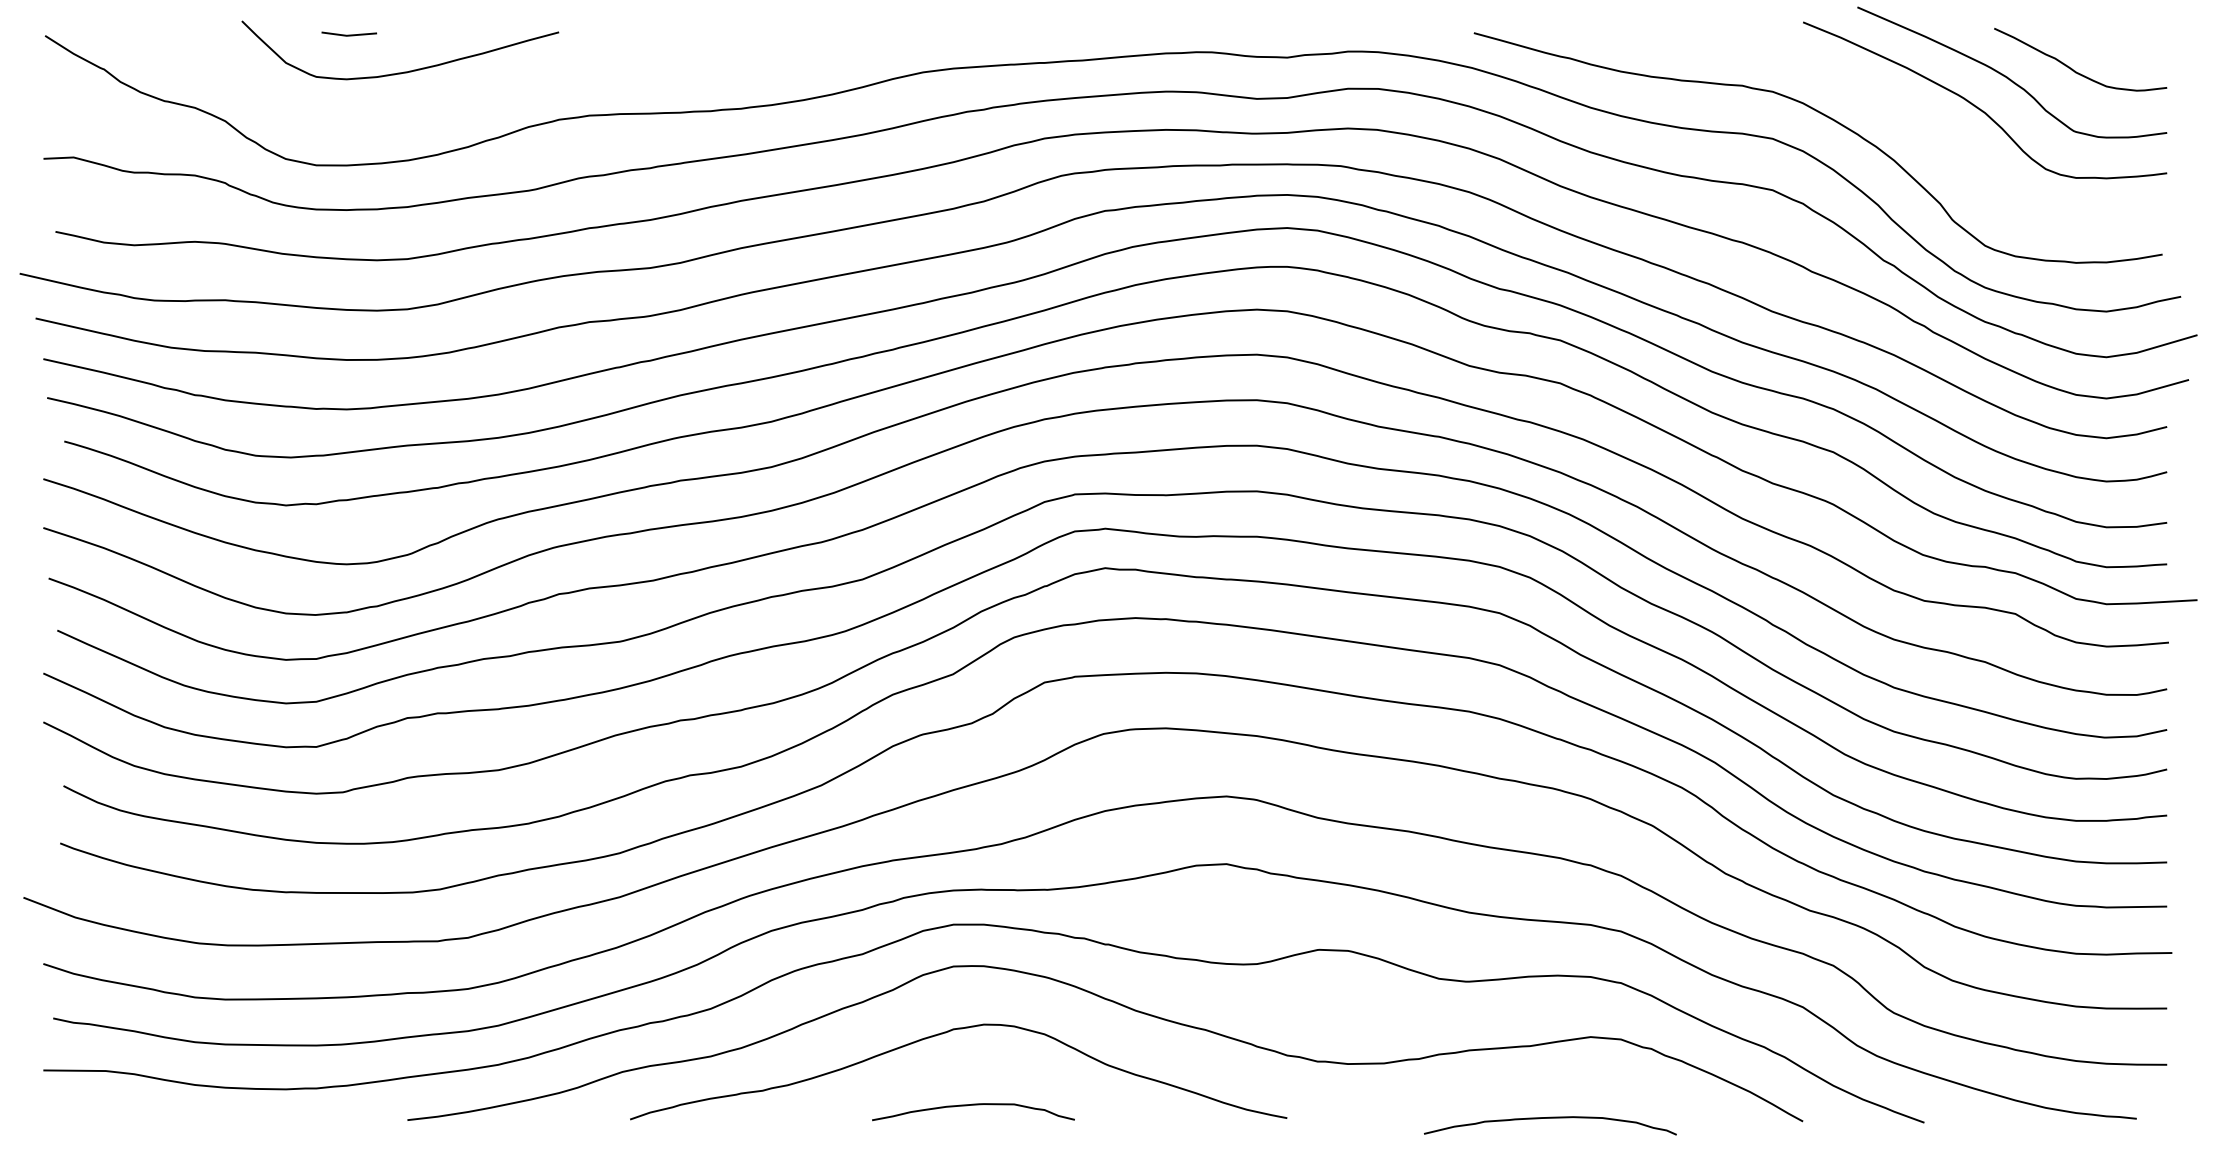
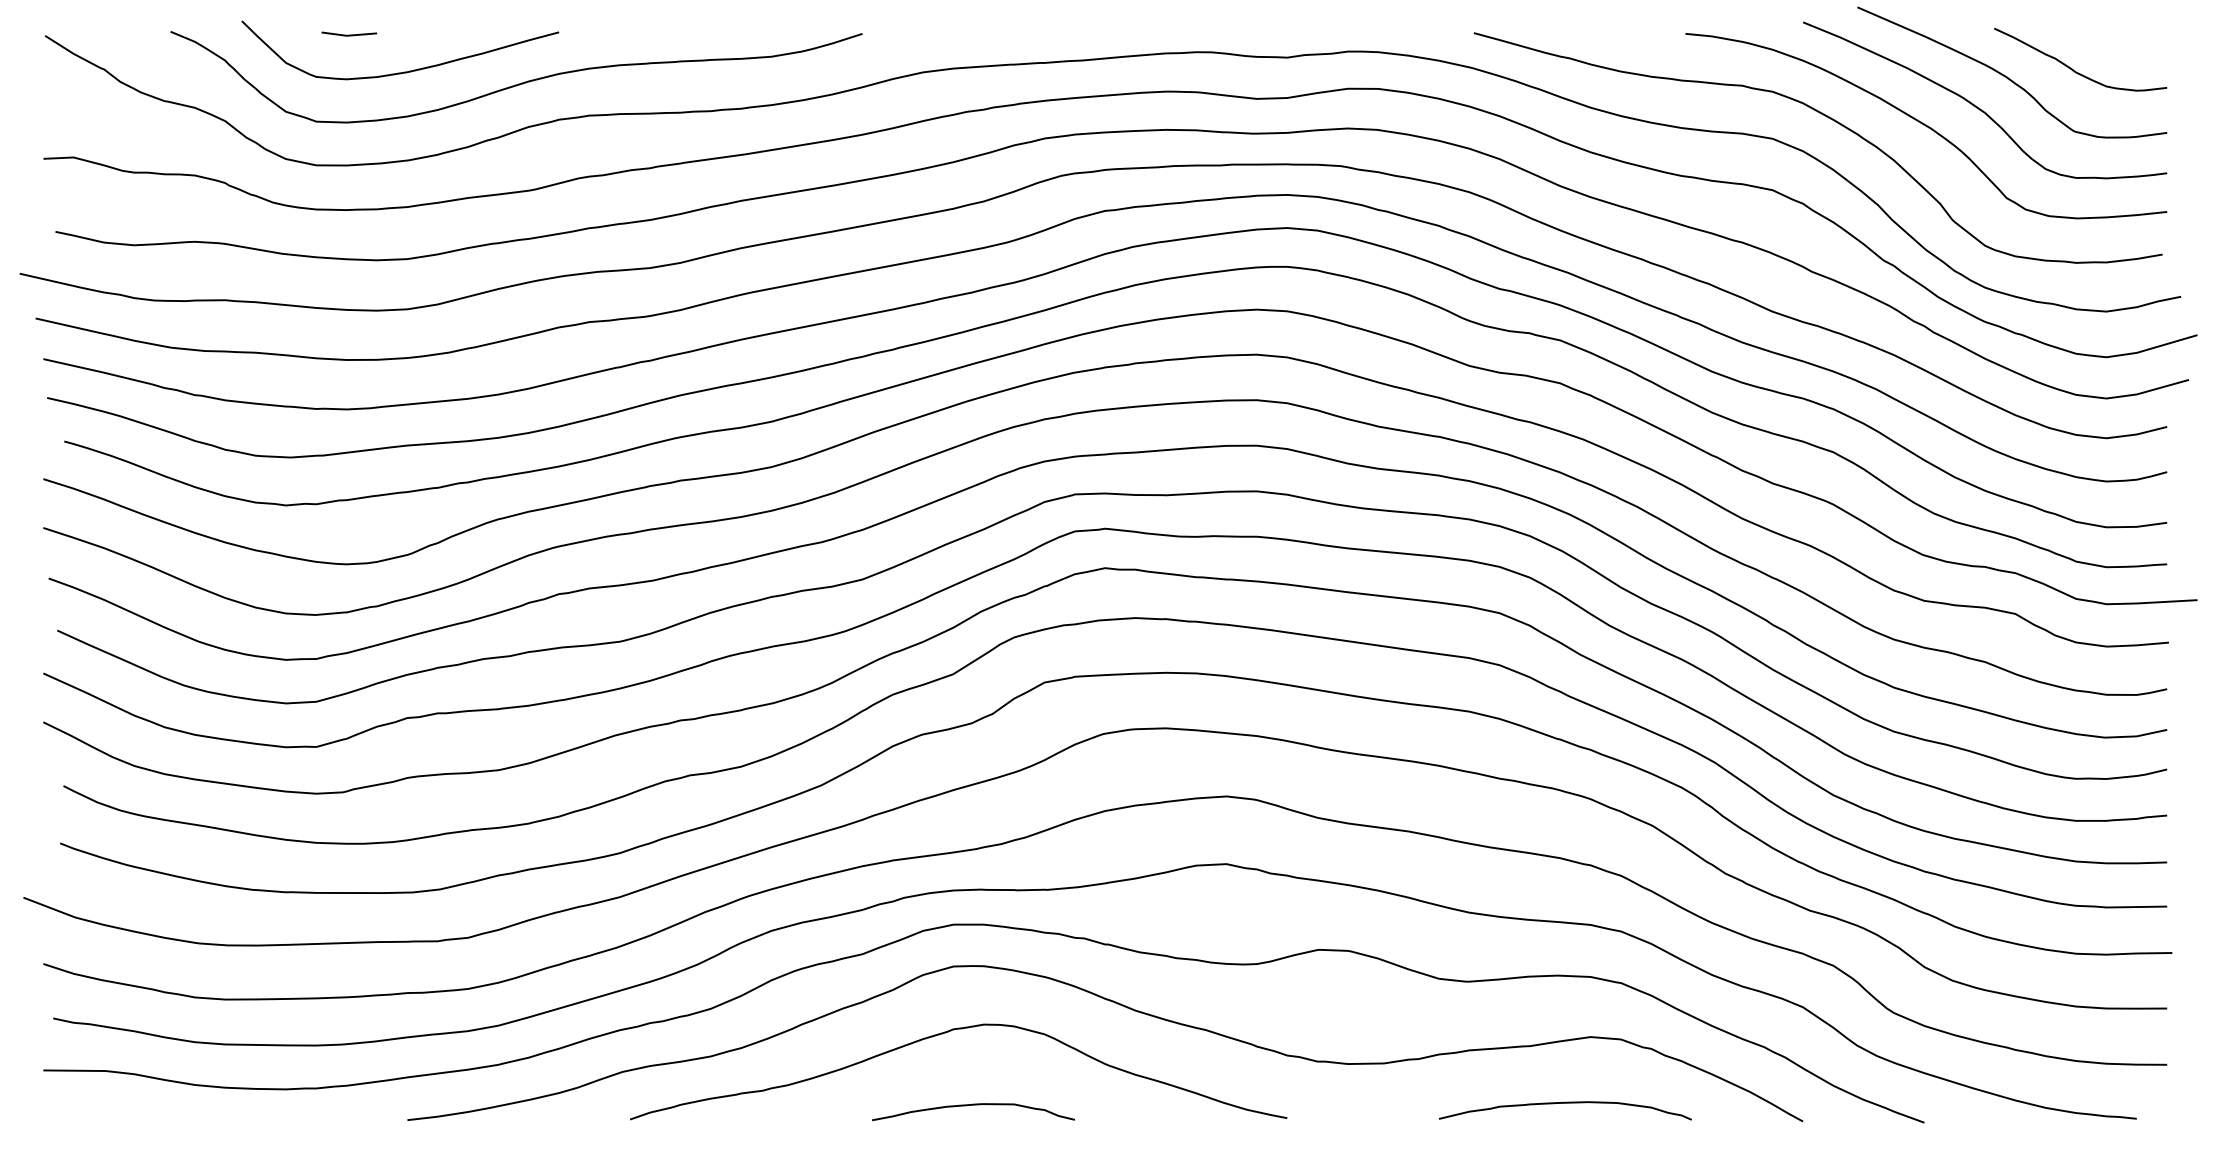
curve at (518, 83): none -> present
curve at (1926, 126): none -> present
curve at (1550, 1118) position: (1550, 1118) -> (1565, 1103)
